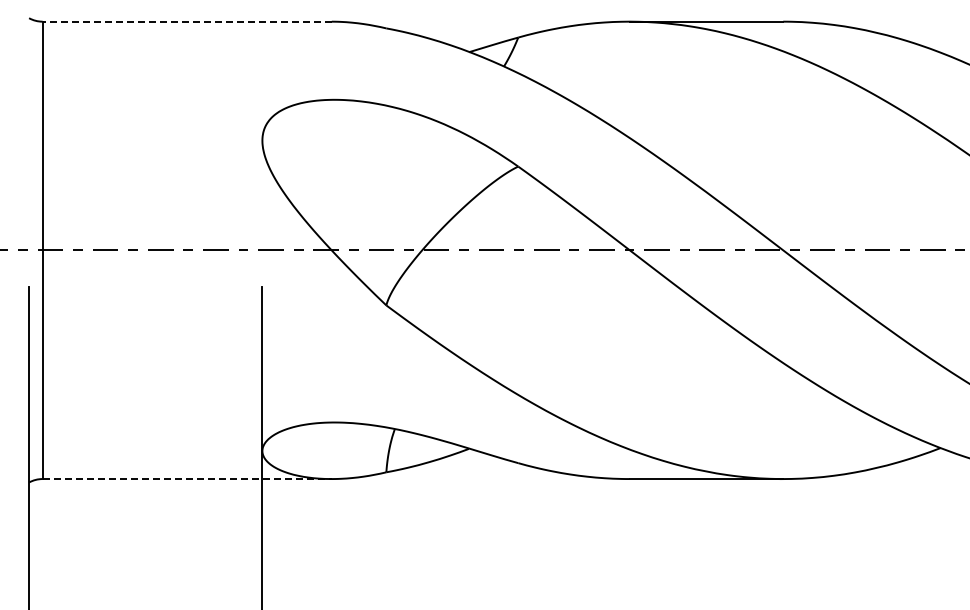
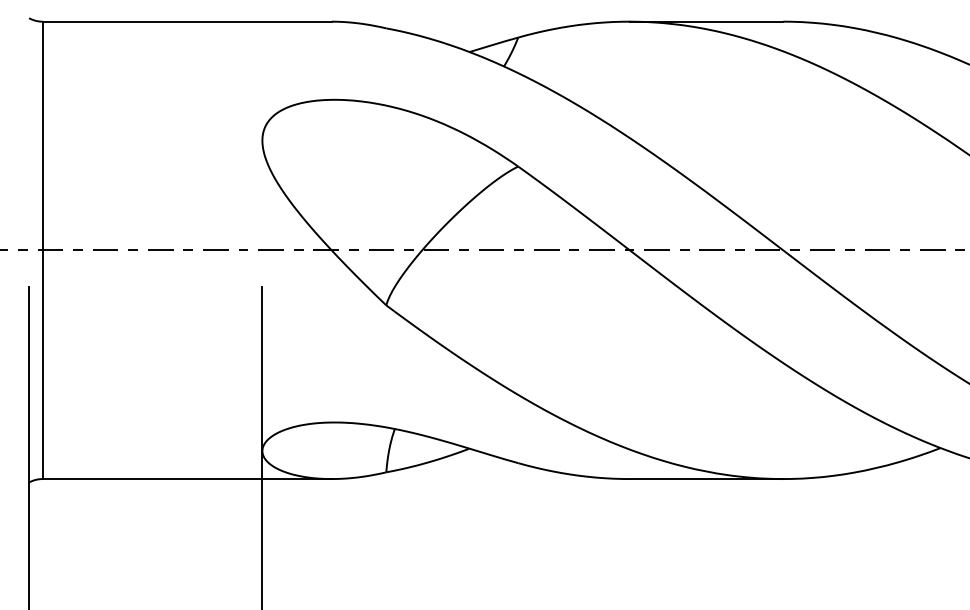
line at (187, 21): dashed -> solid
line at (187, 479): dashed -> solid
